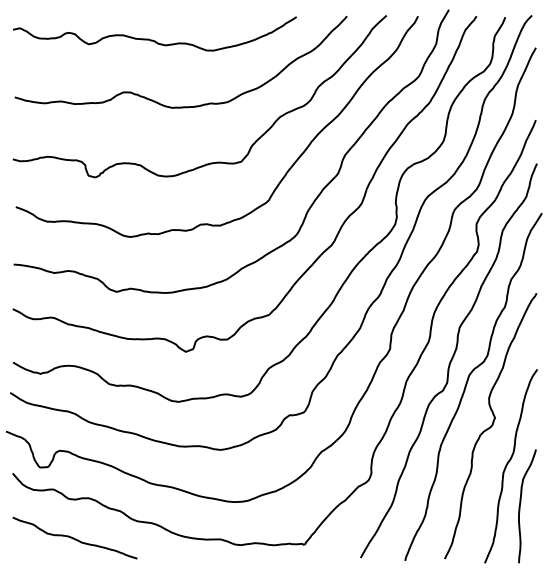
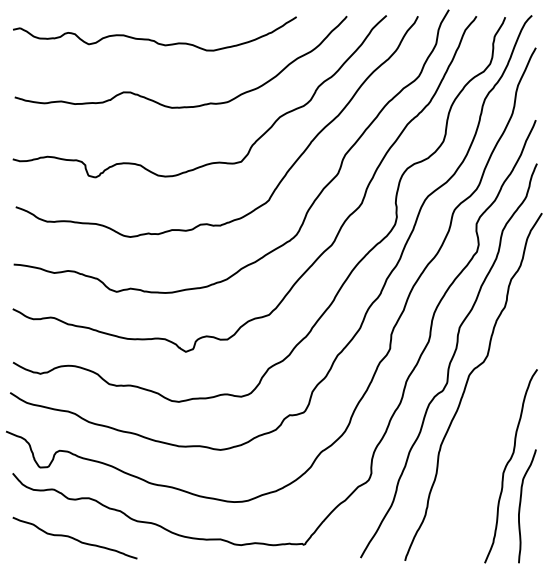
curve at (490, 426): present -> none
